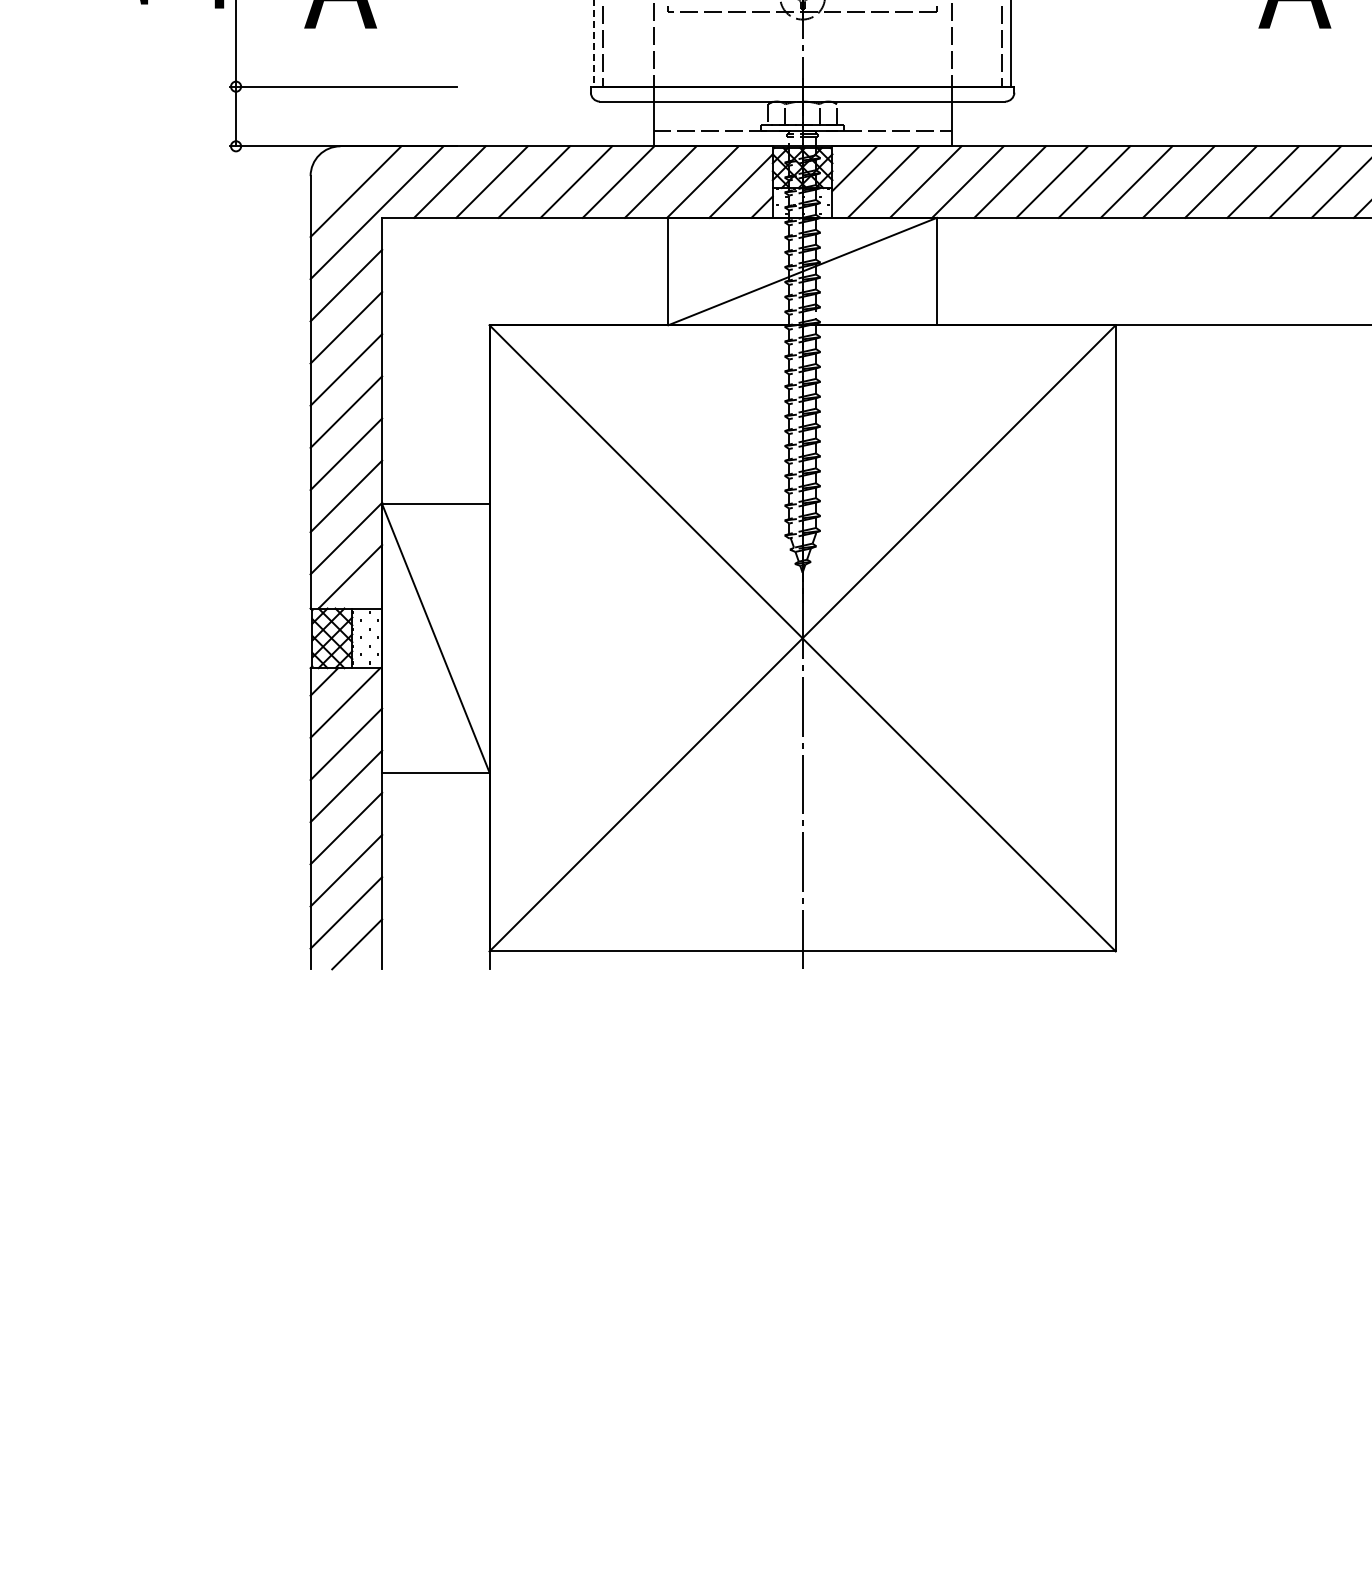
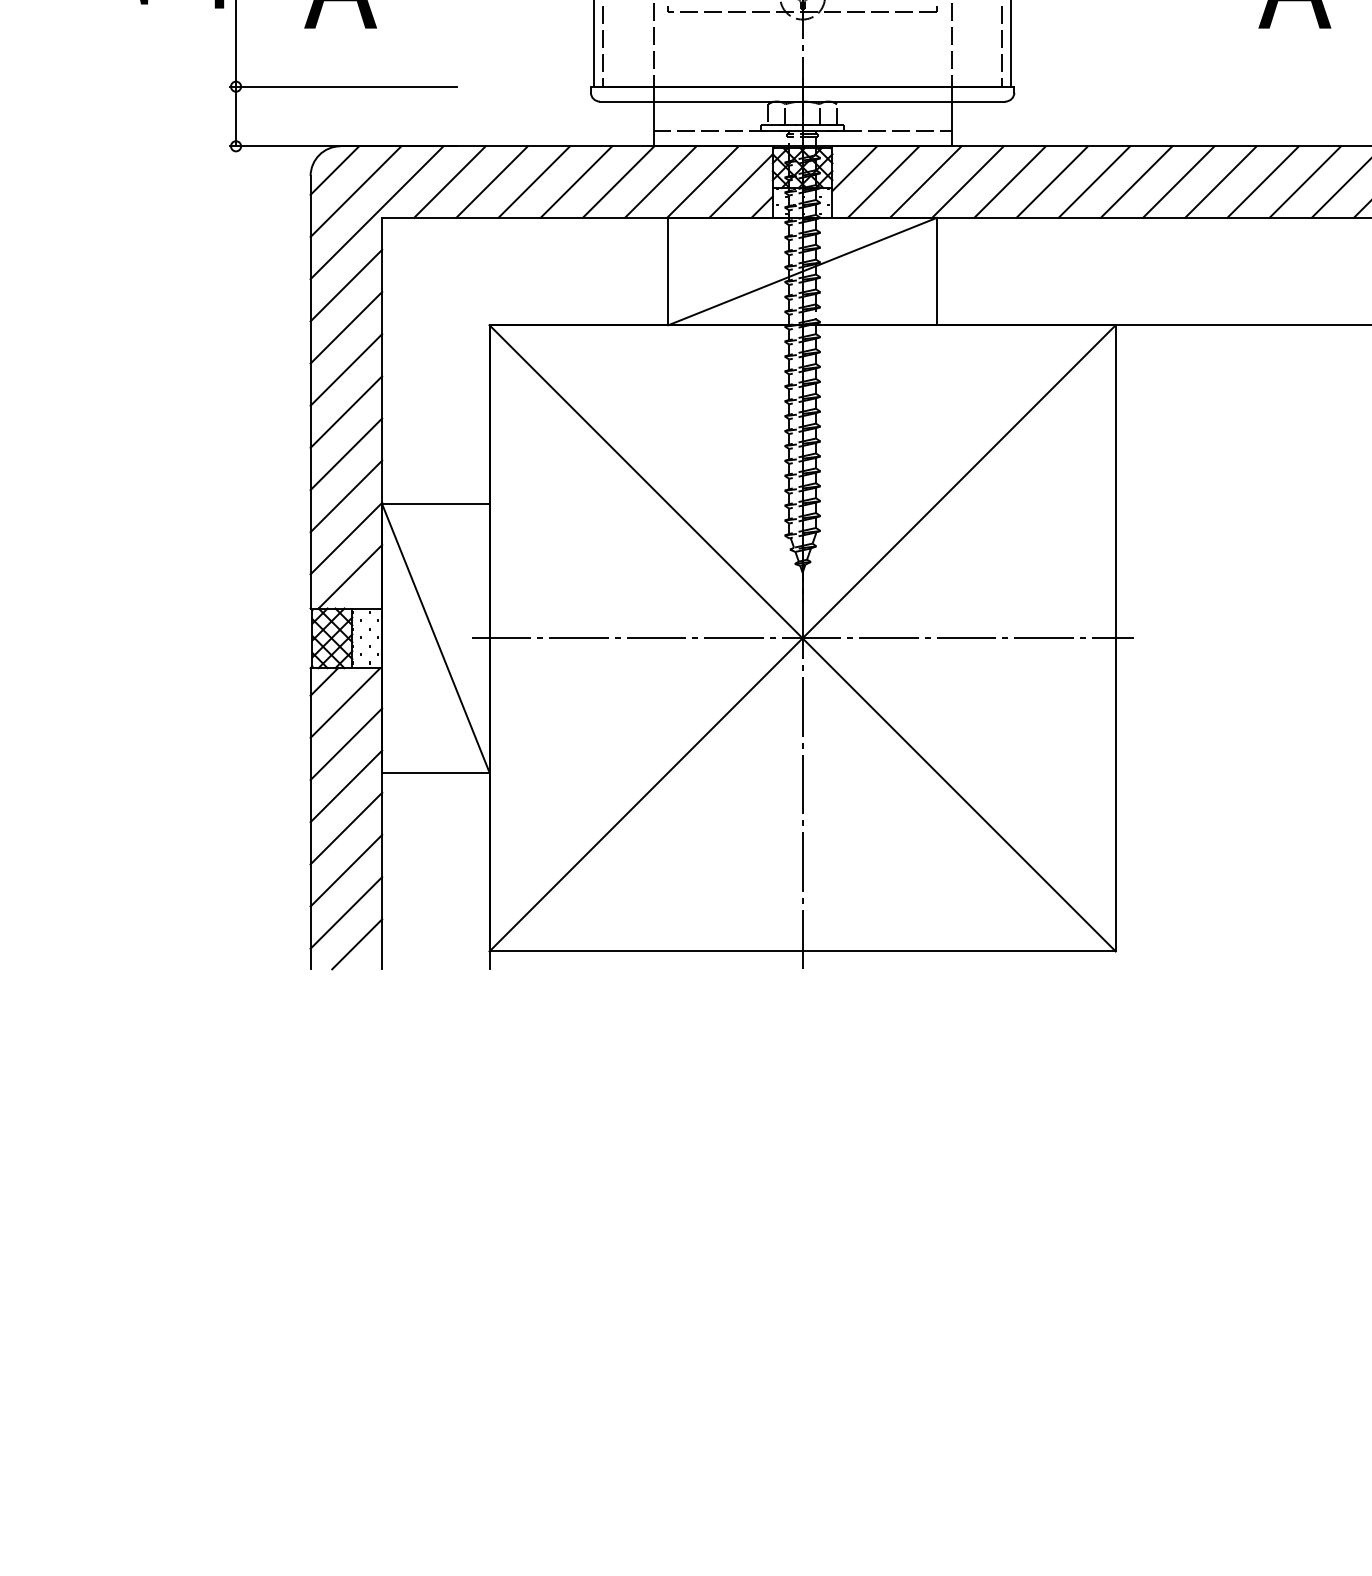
line at (593, 43): dashed -> solid
line at (334, 170): none -> present
line at (802, 638): none -> present
